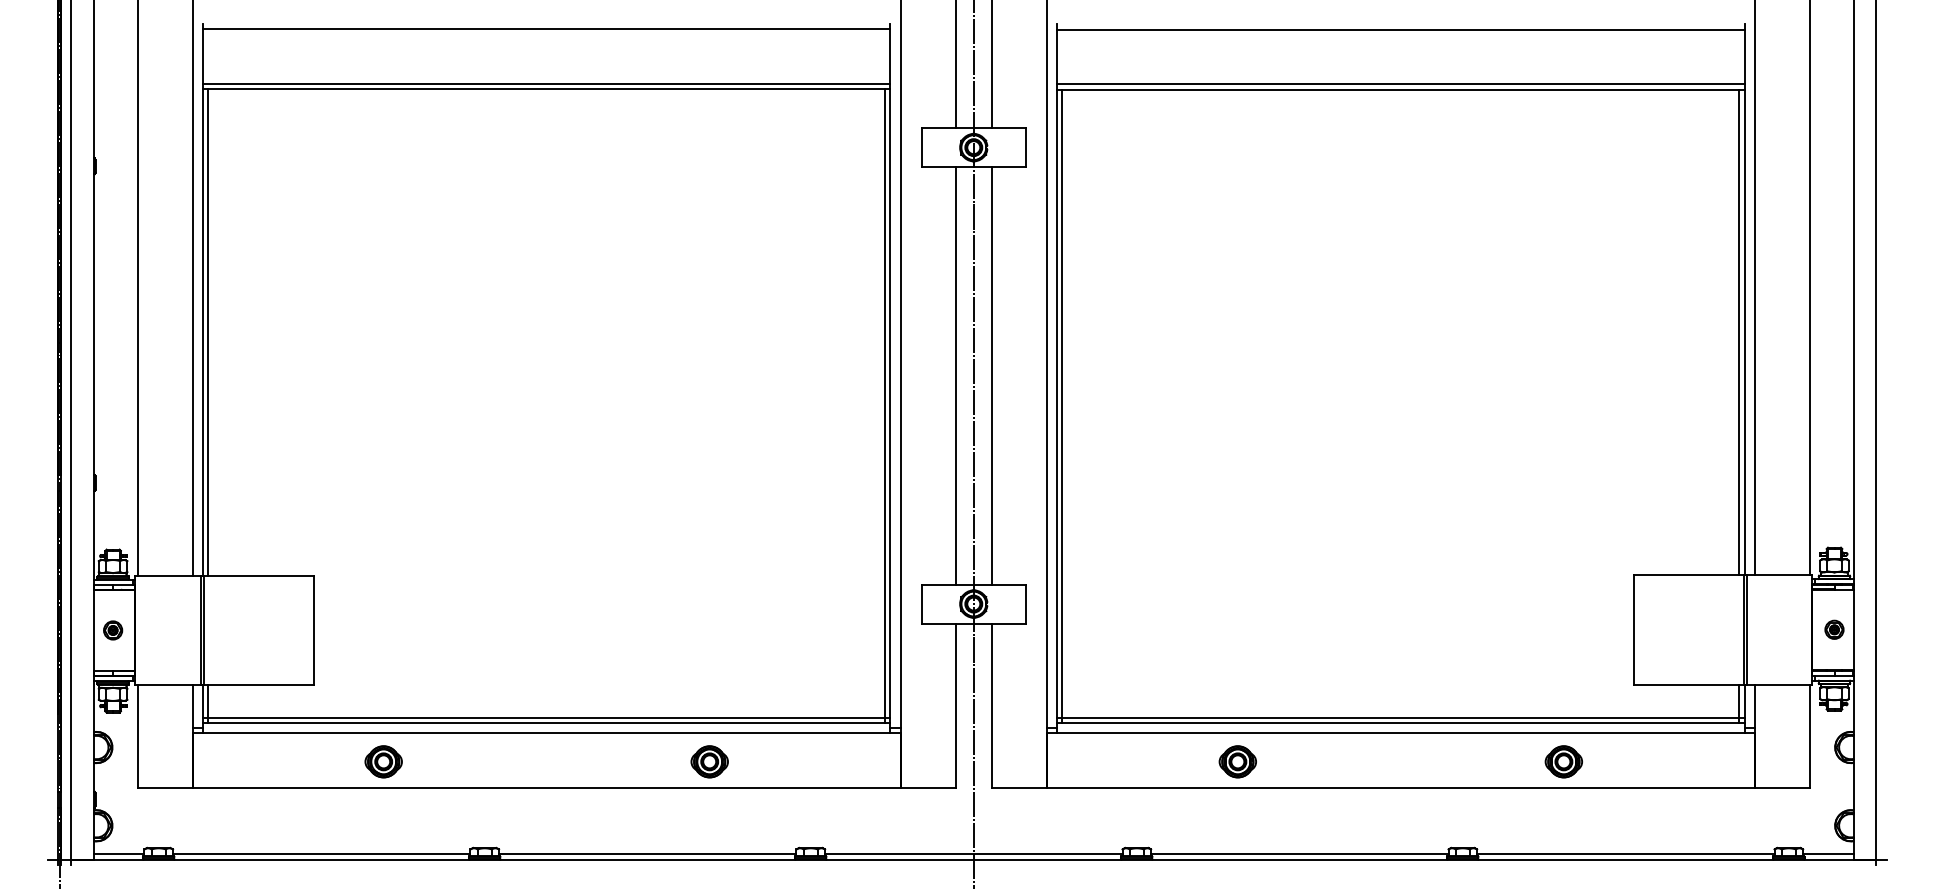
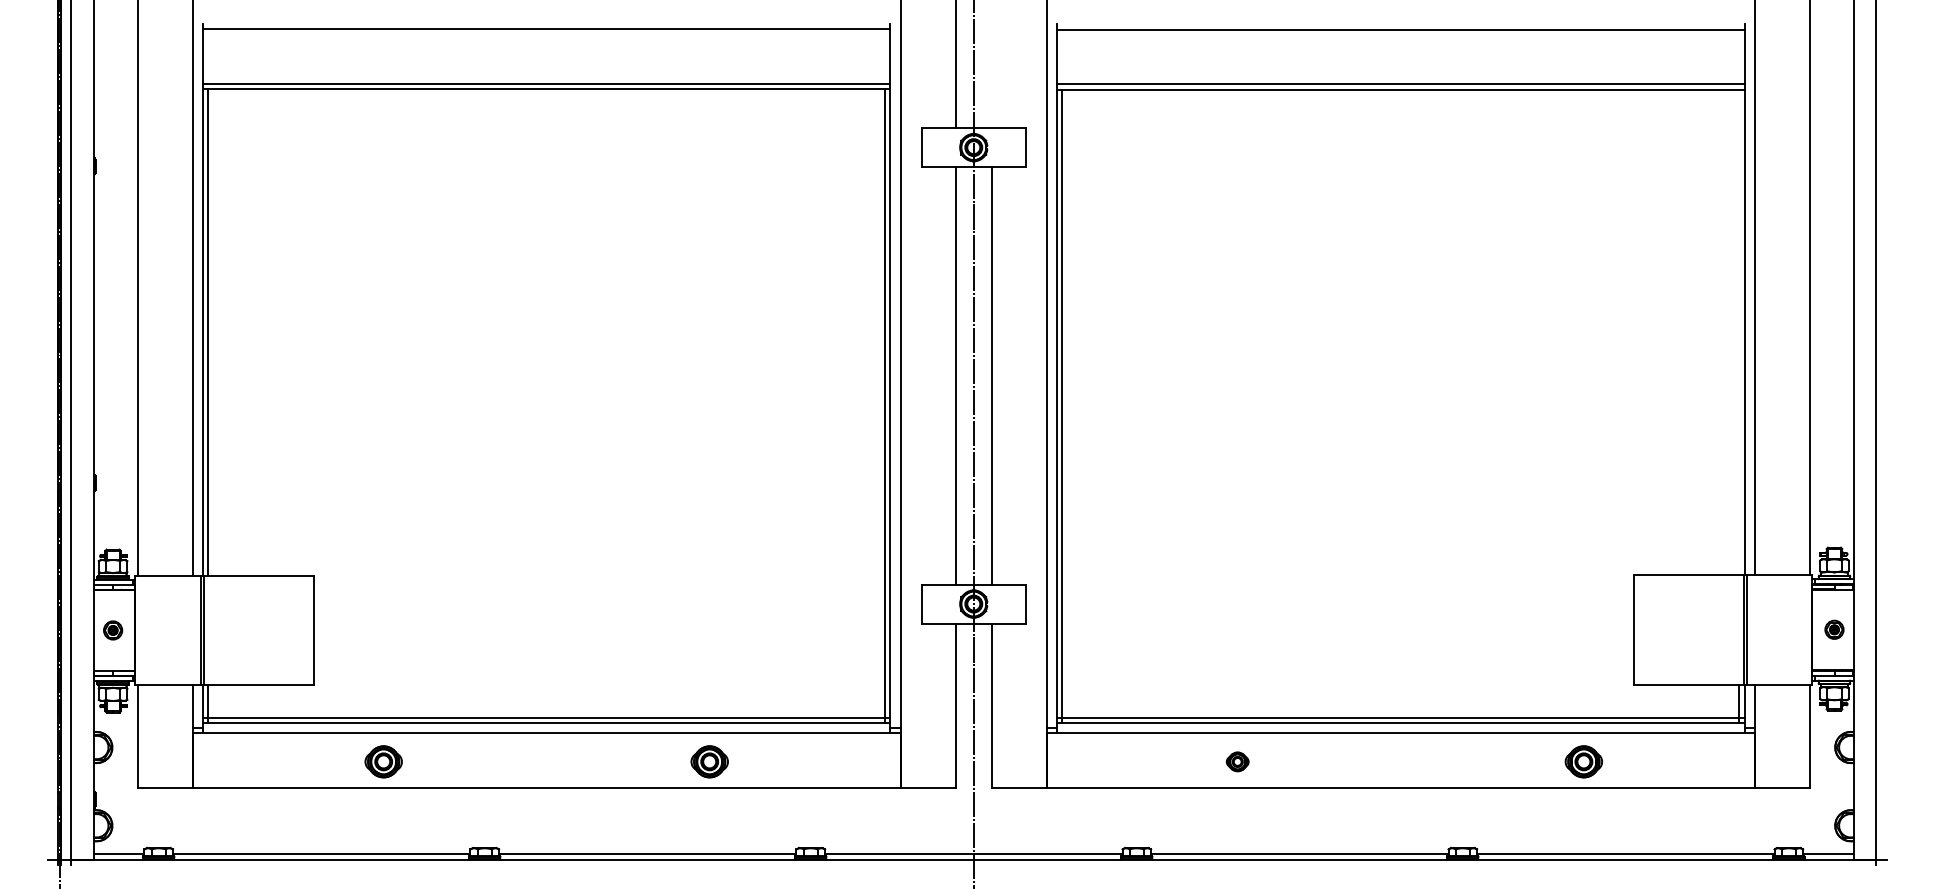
line at (992, 65): present -> none
line at (1739, 332): present -> none
part at (1237, 761) size: 39x34 px -> 25x22 px
part at (1563, 761) position: (1563, 761) -> (1583, 761)
